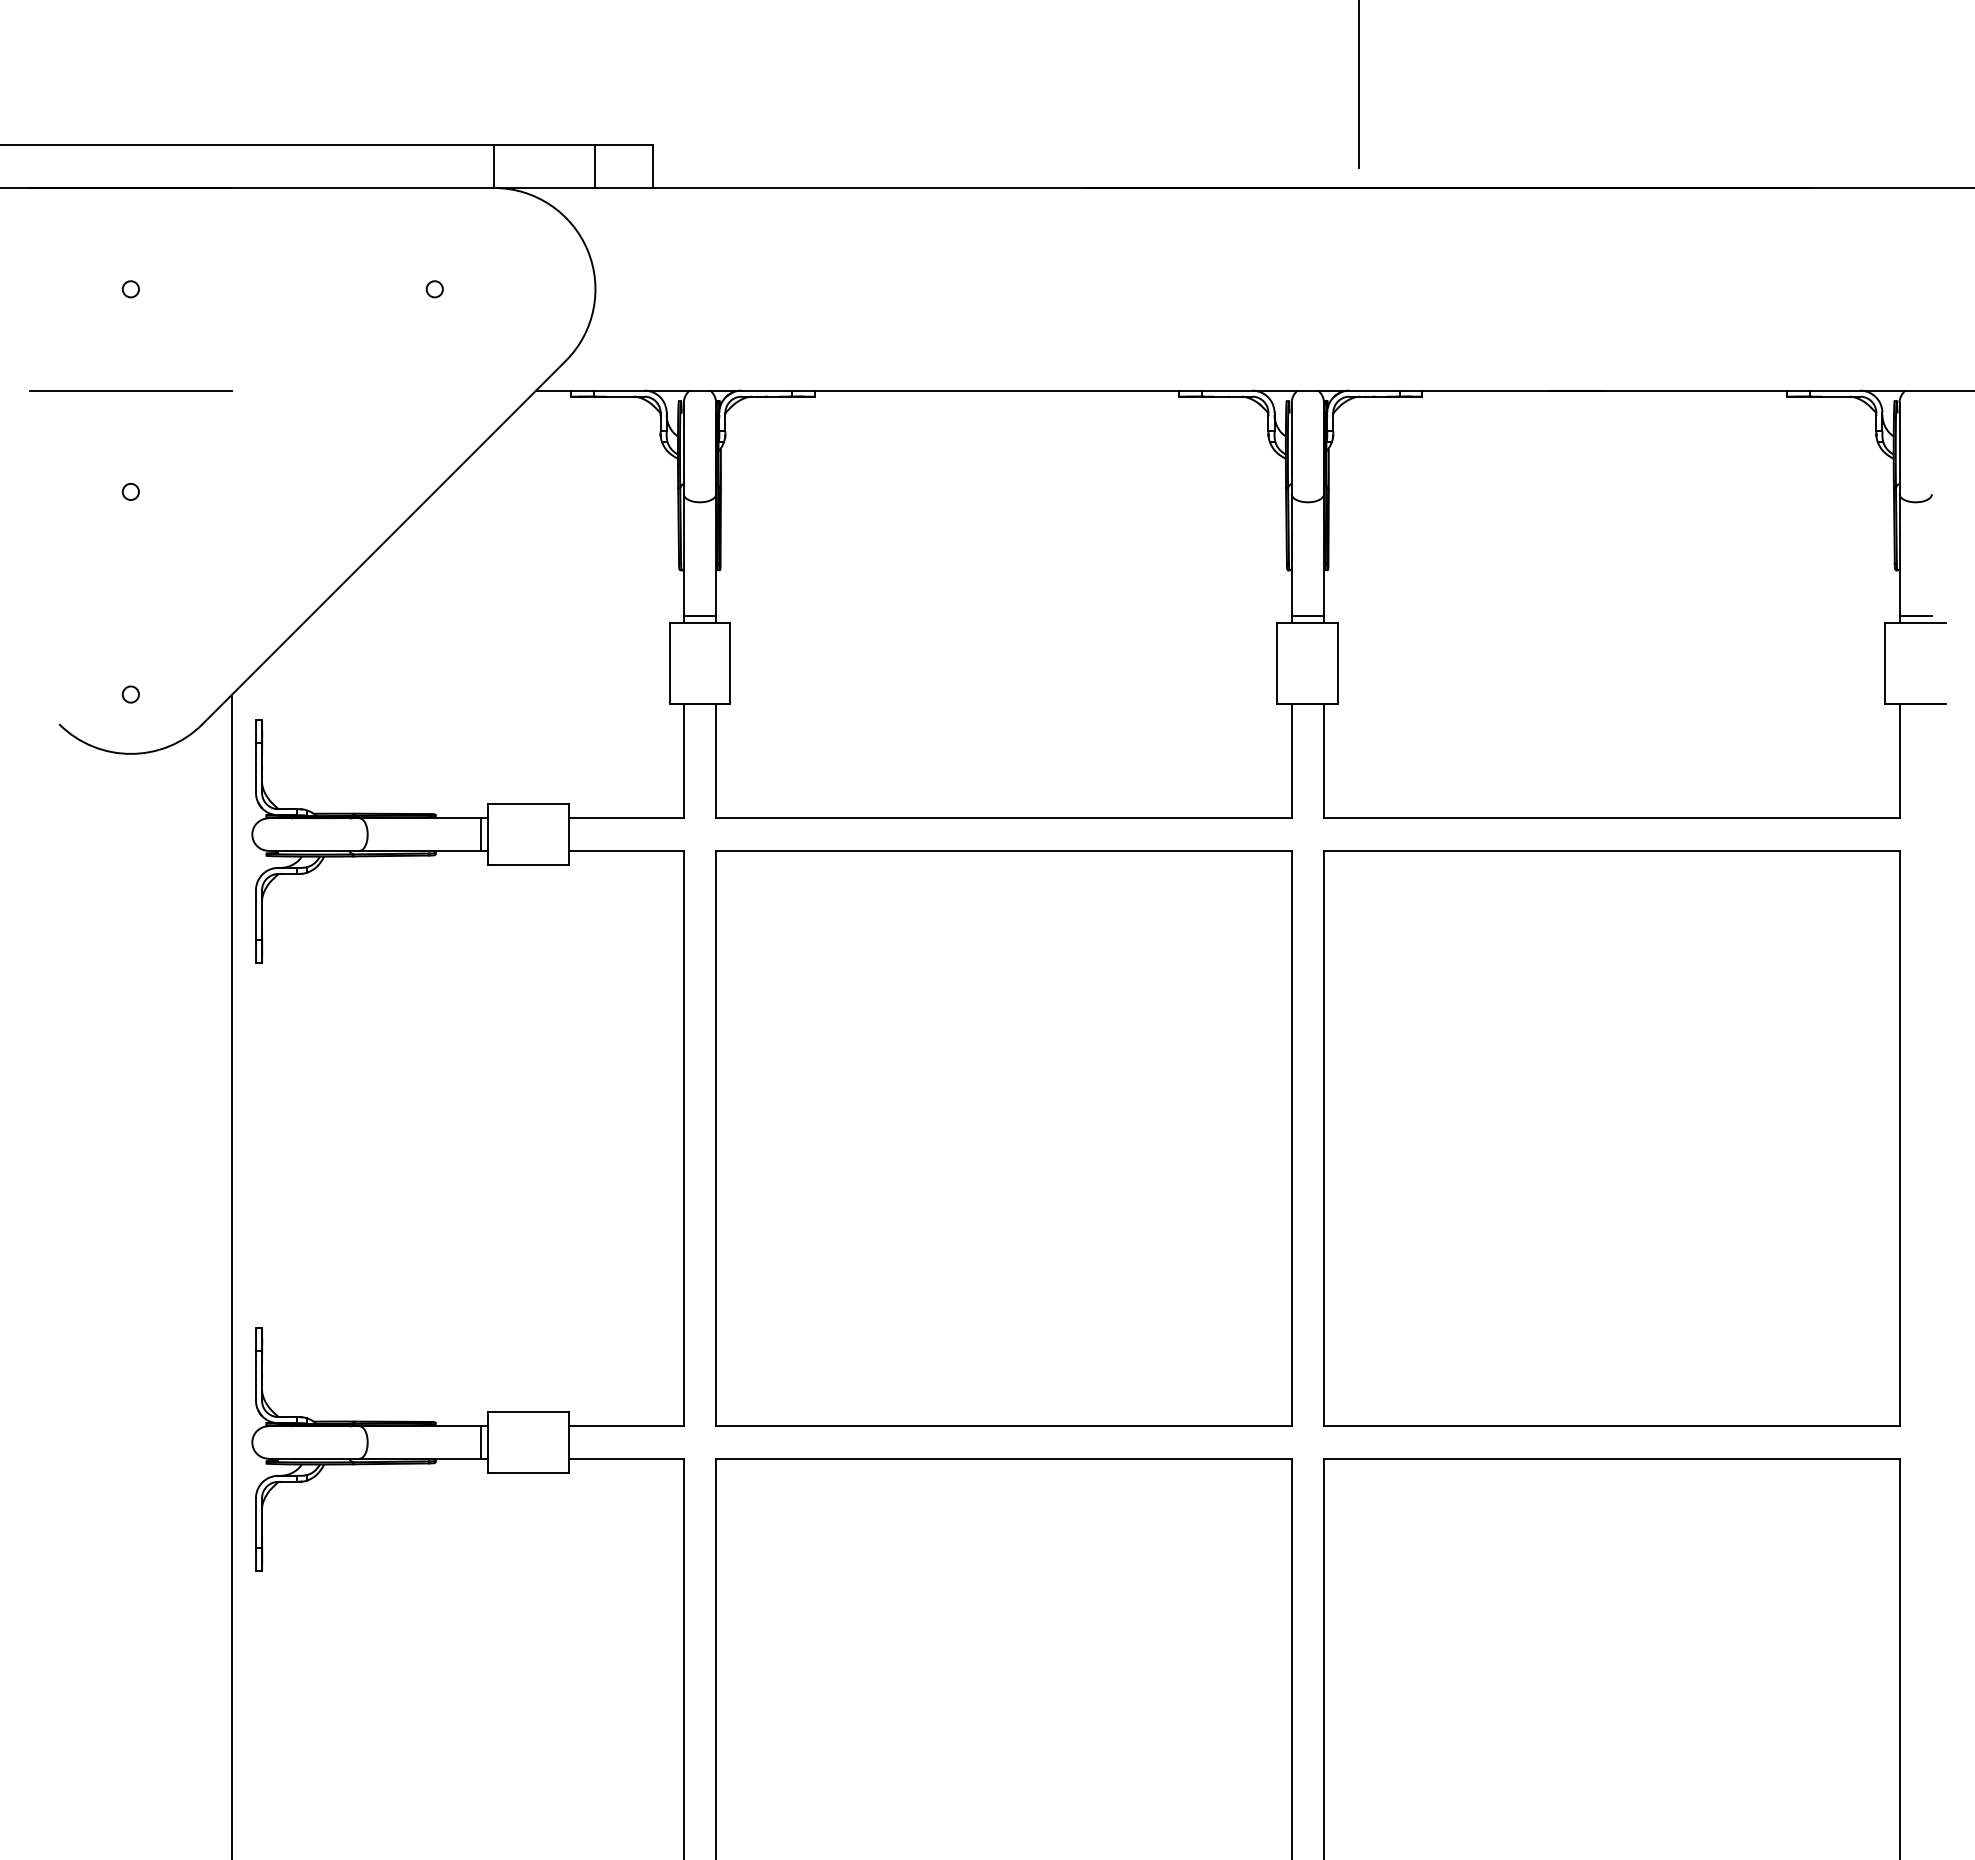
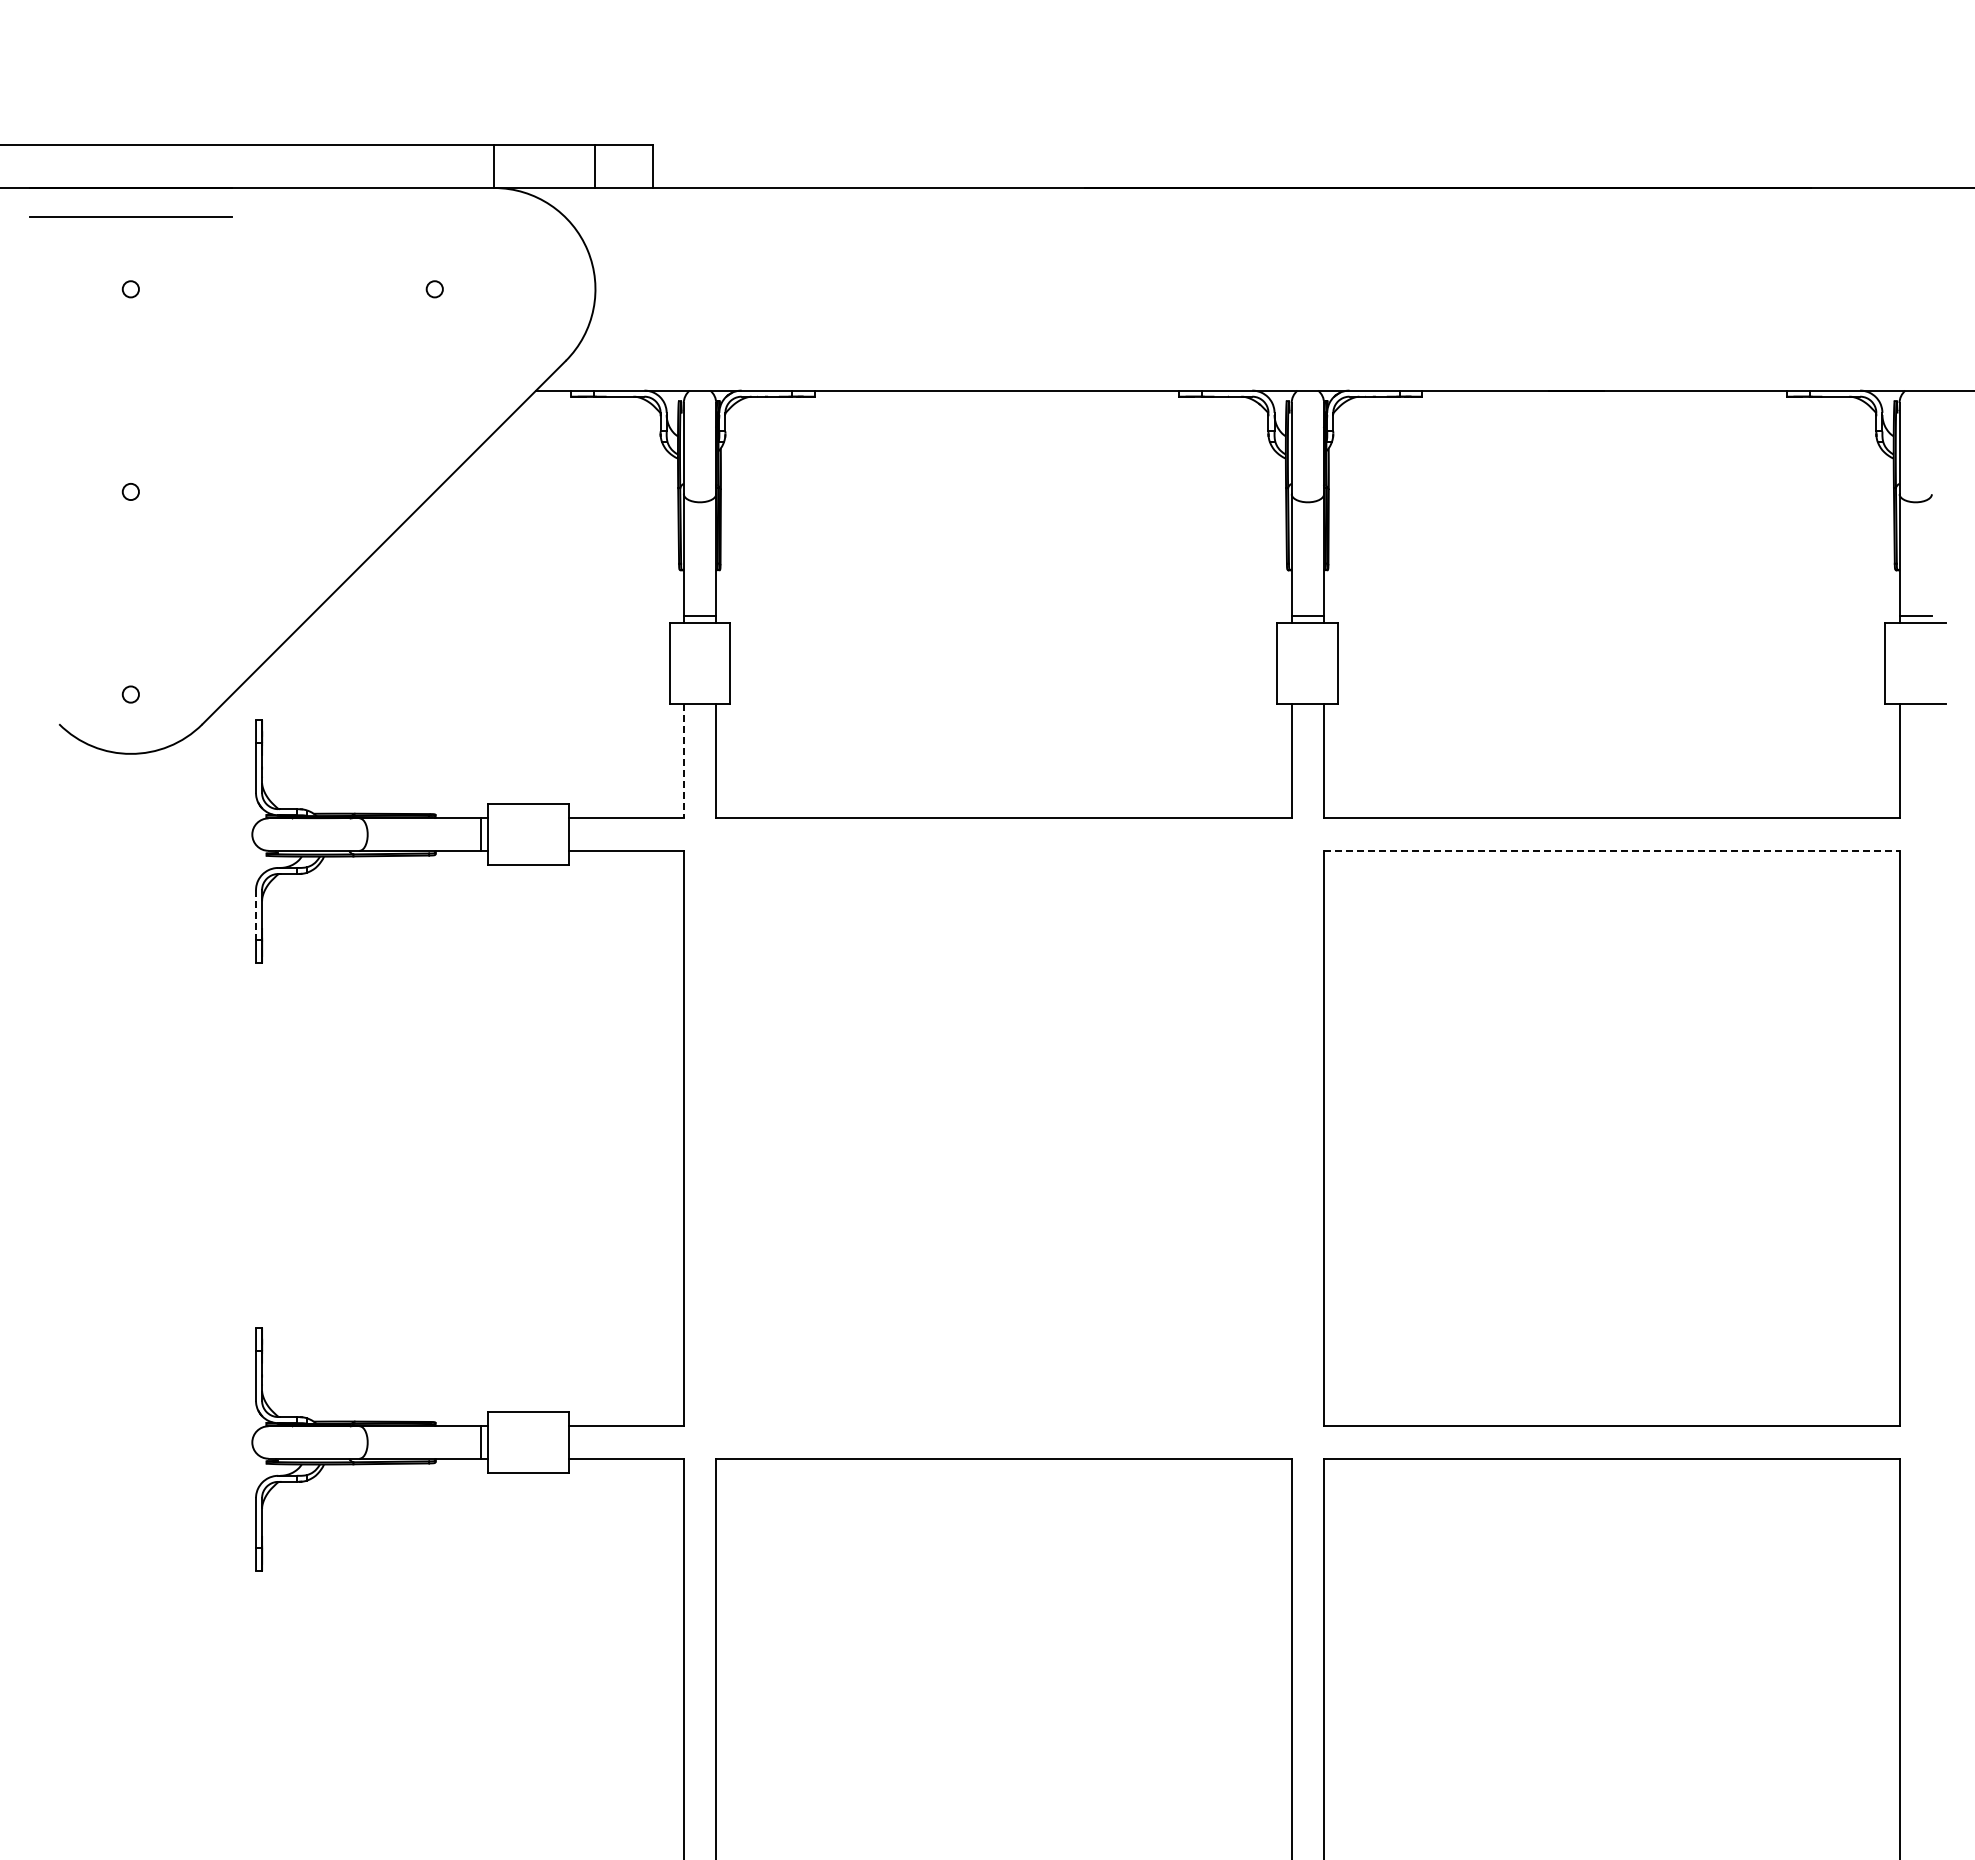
line at (1358, 84): present -> none
line at (130, 390) position: (130, 390) -> (130, 216)
line at (683, 761): solid -> dashed
line at (1611, 850): solid -> dashed
line at (256, 915): solid -> dashed
part at (1003, 1138): present -> none
line at (232, 1275): present -> none
